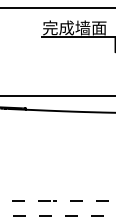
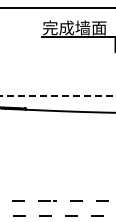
line at (57, 96): solid -> dashed
